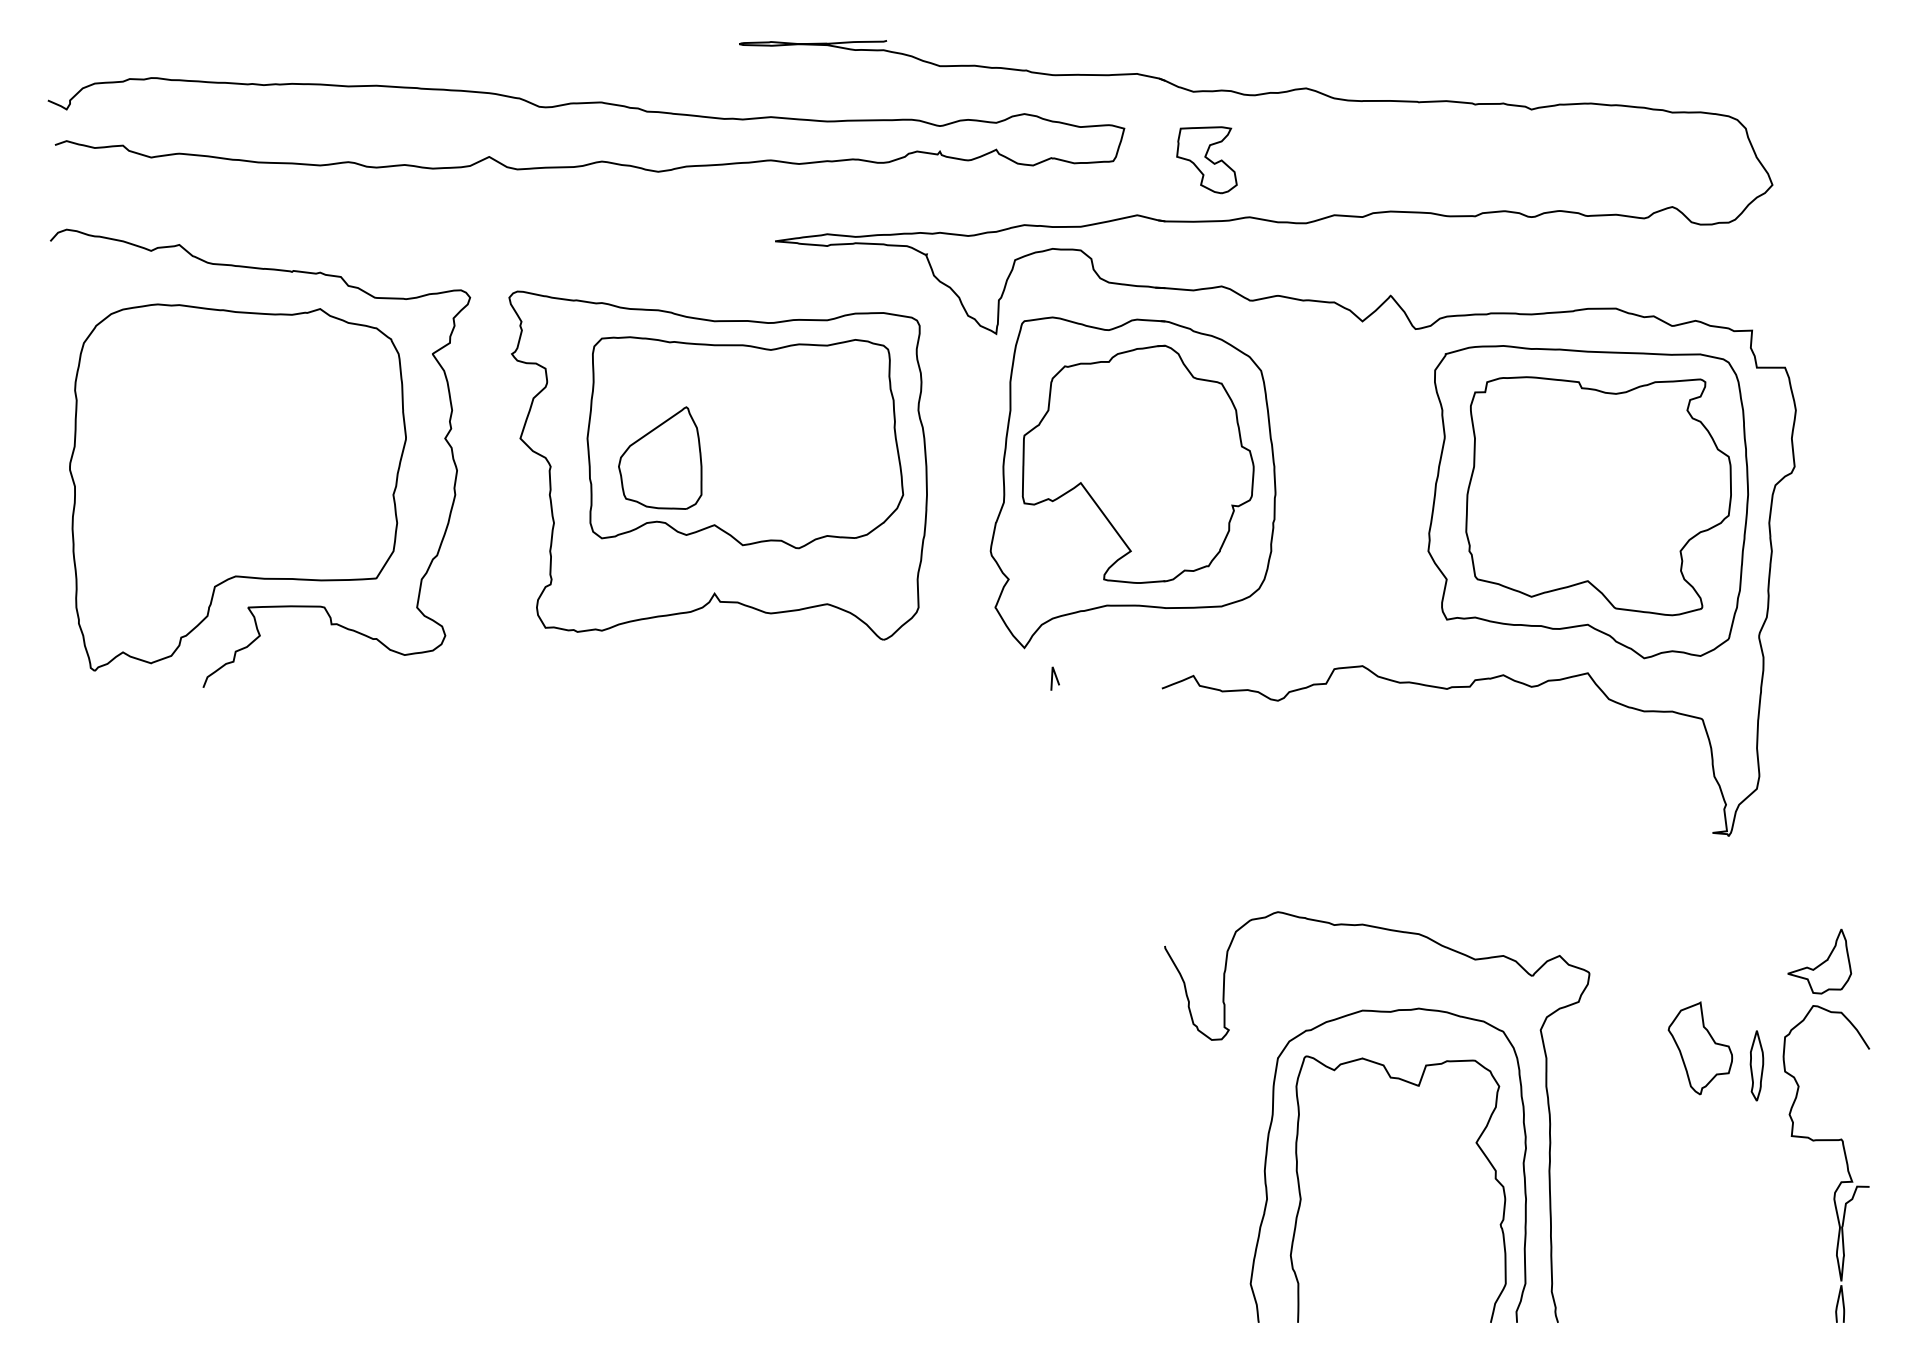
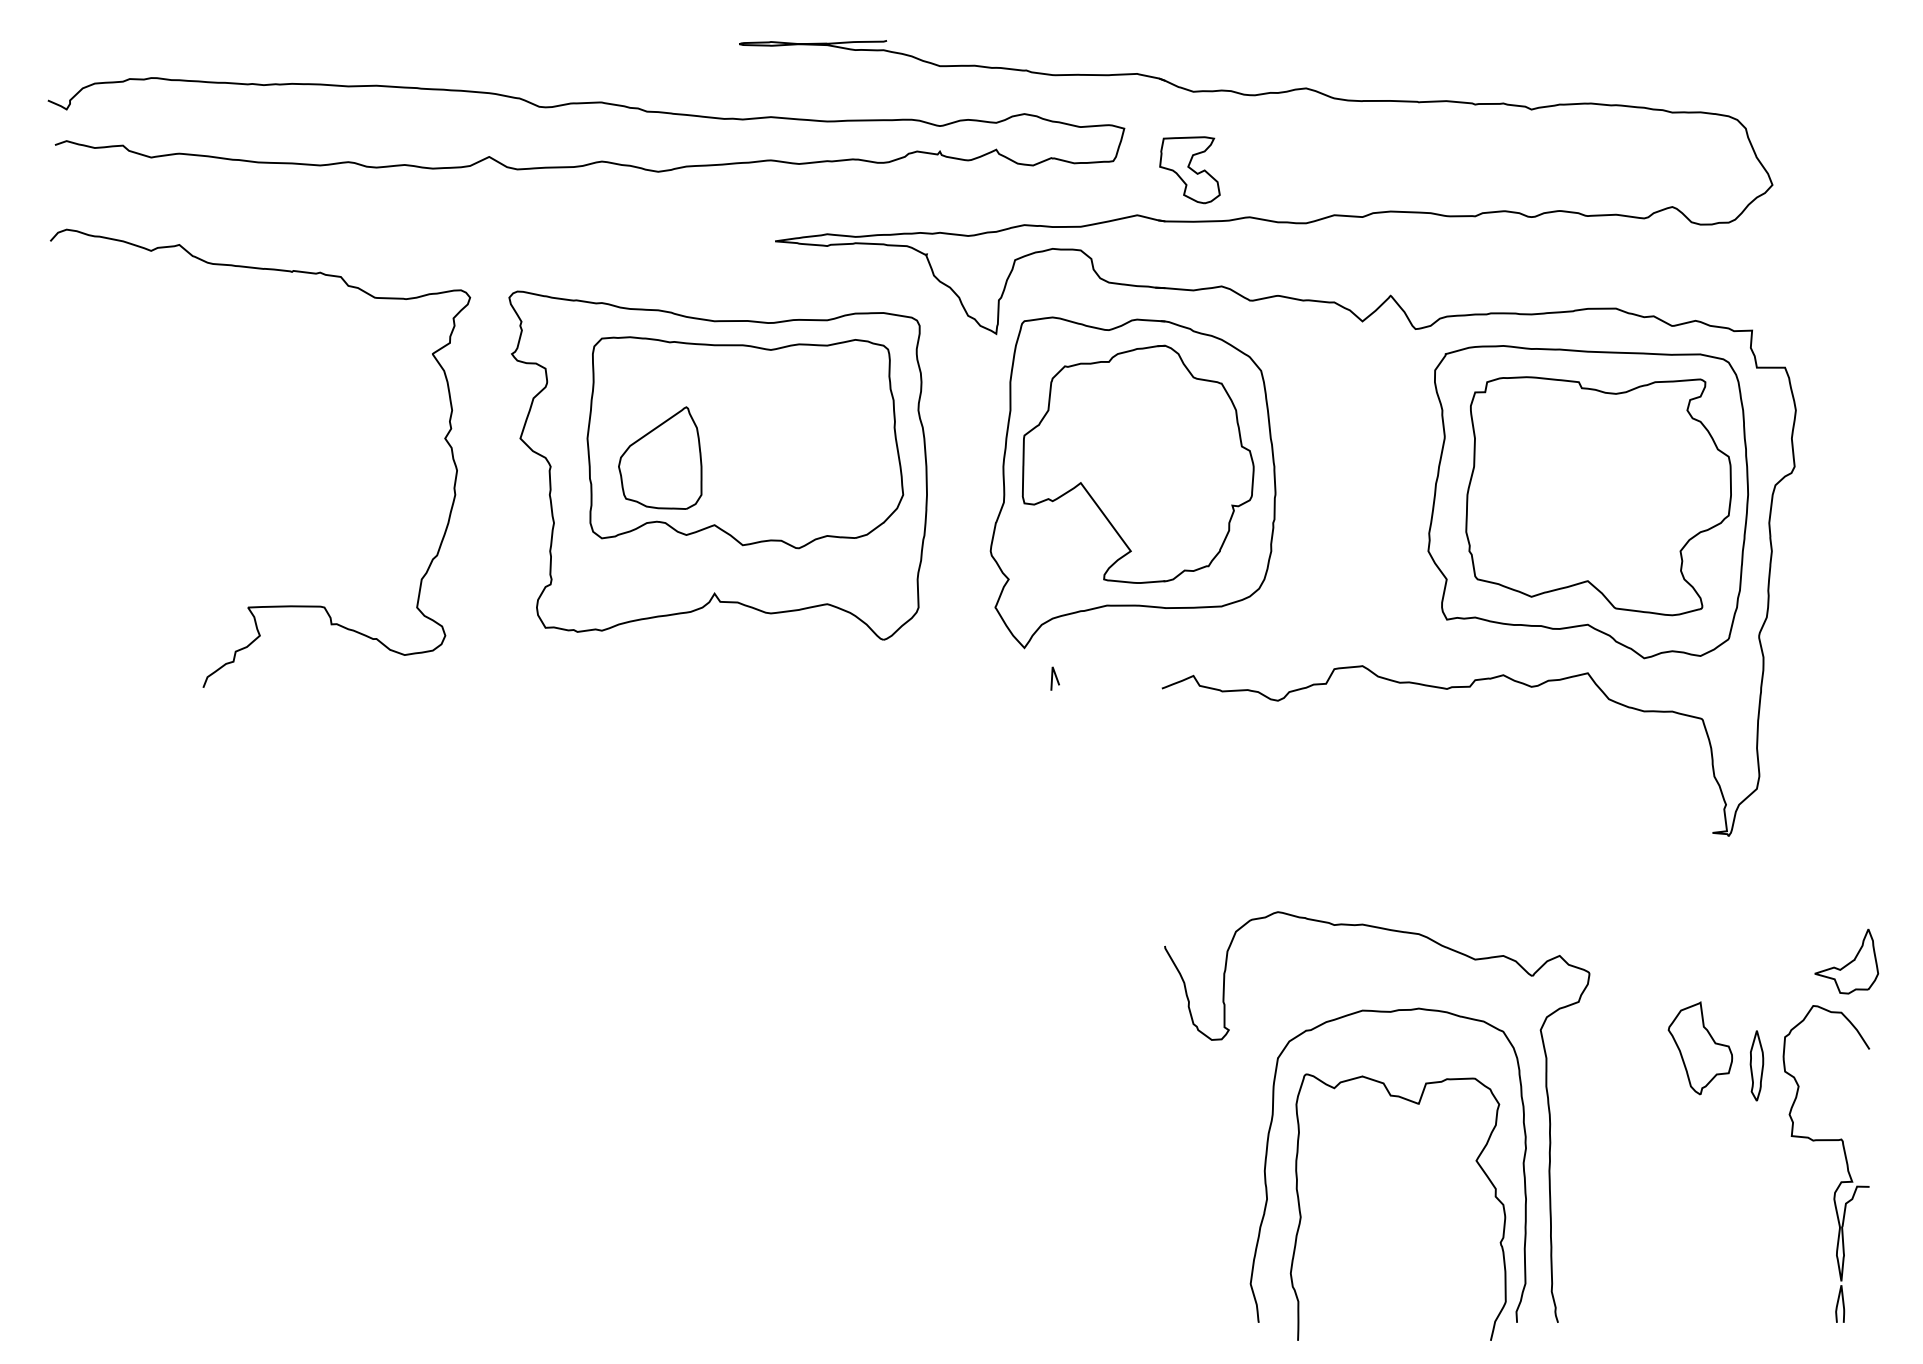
part at (1206, 160) position: (1206, 160) -> (1189, 170)
part at (237, 487): present -> none
part at (1819, 961) position: (1819, 961) -> (1846, 961)
curve at (1475, 1143) position: (1475, 1143) -> (1475, 1161)
